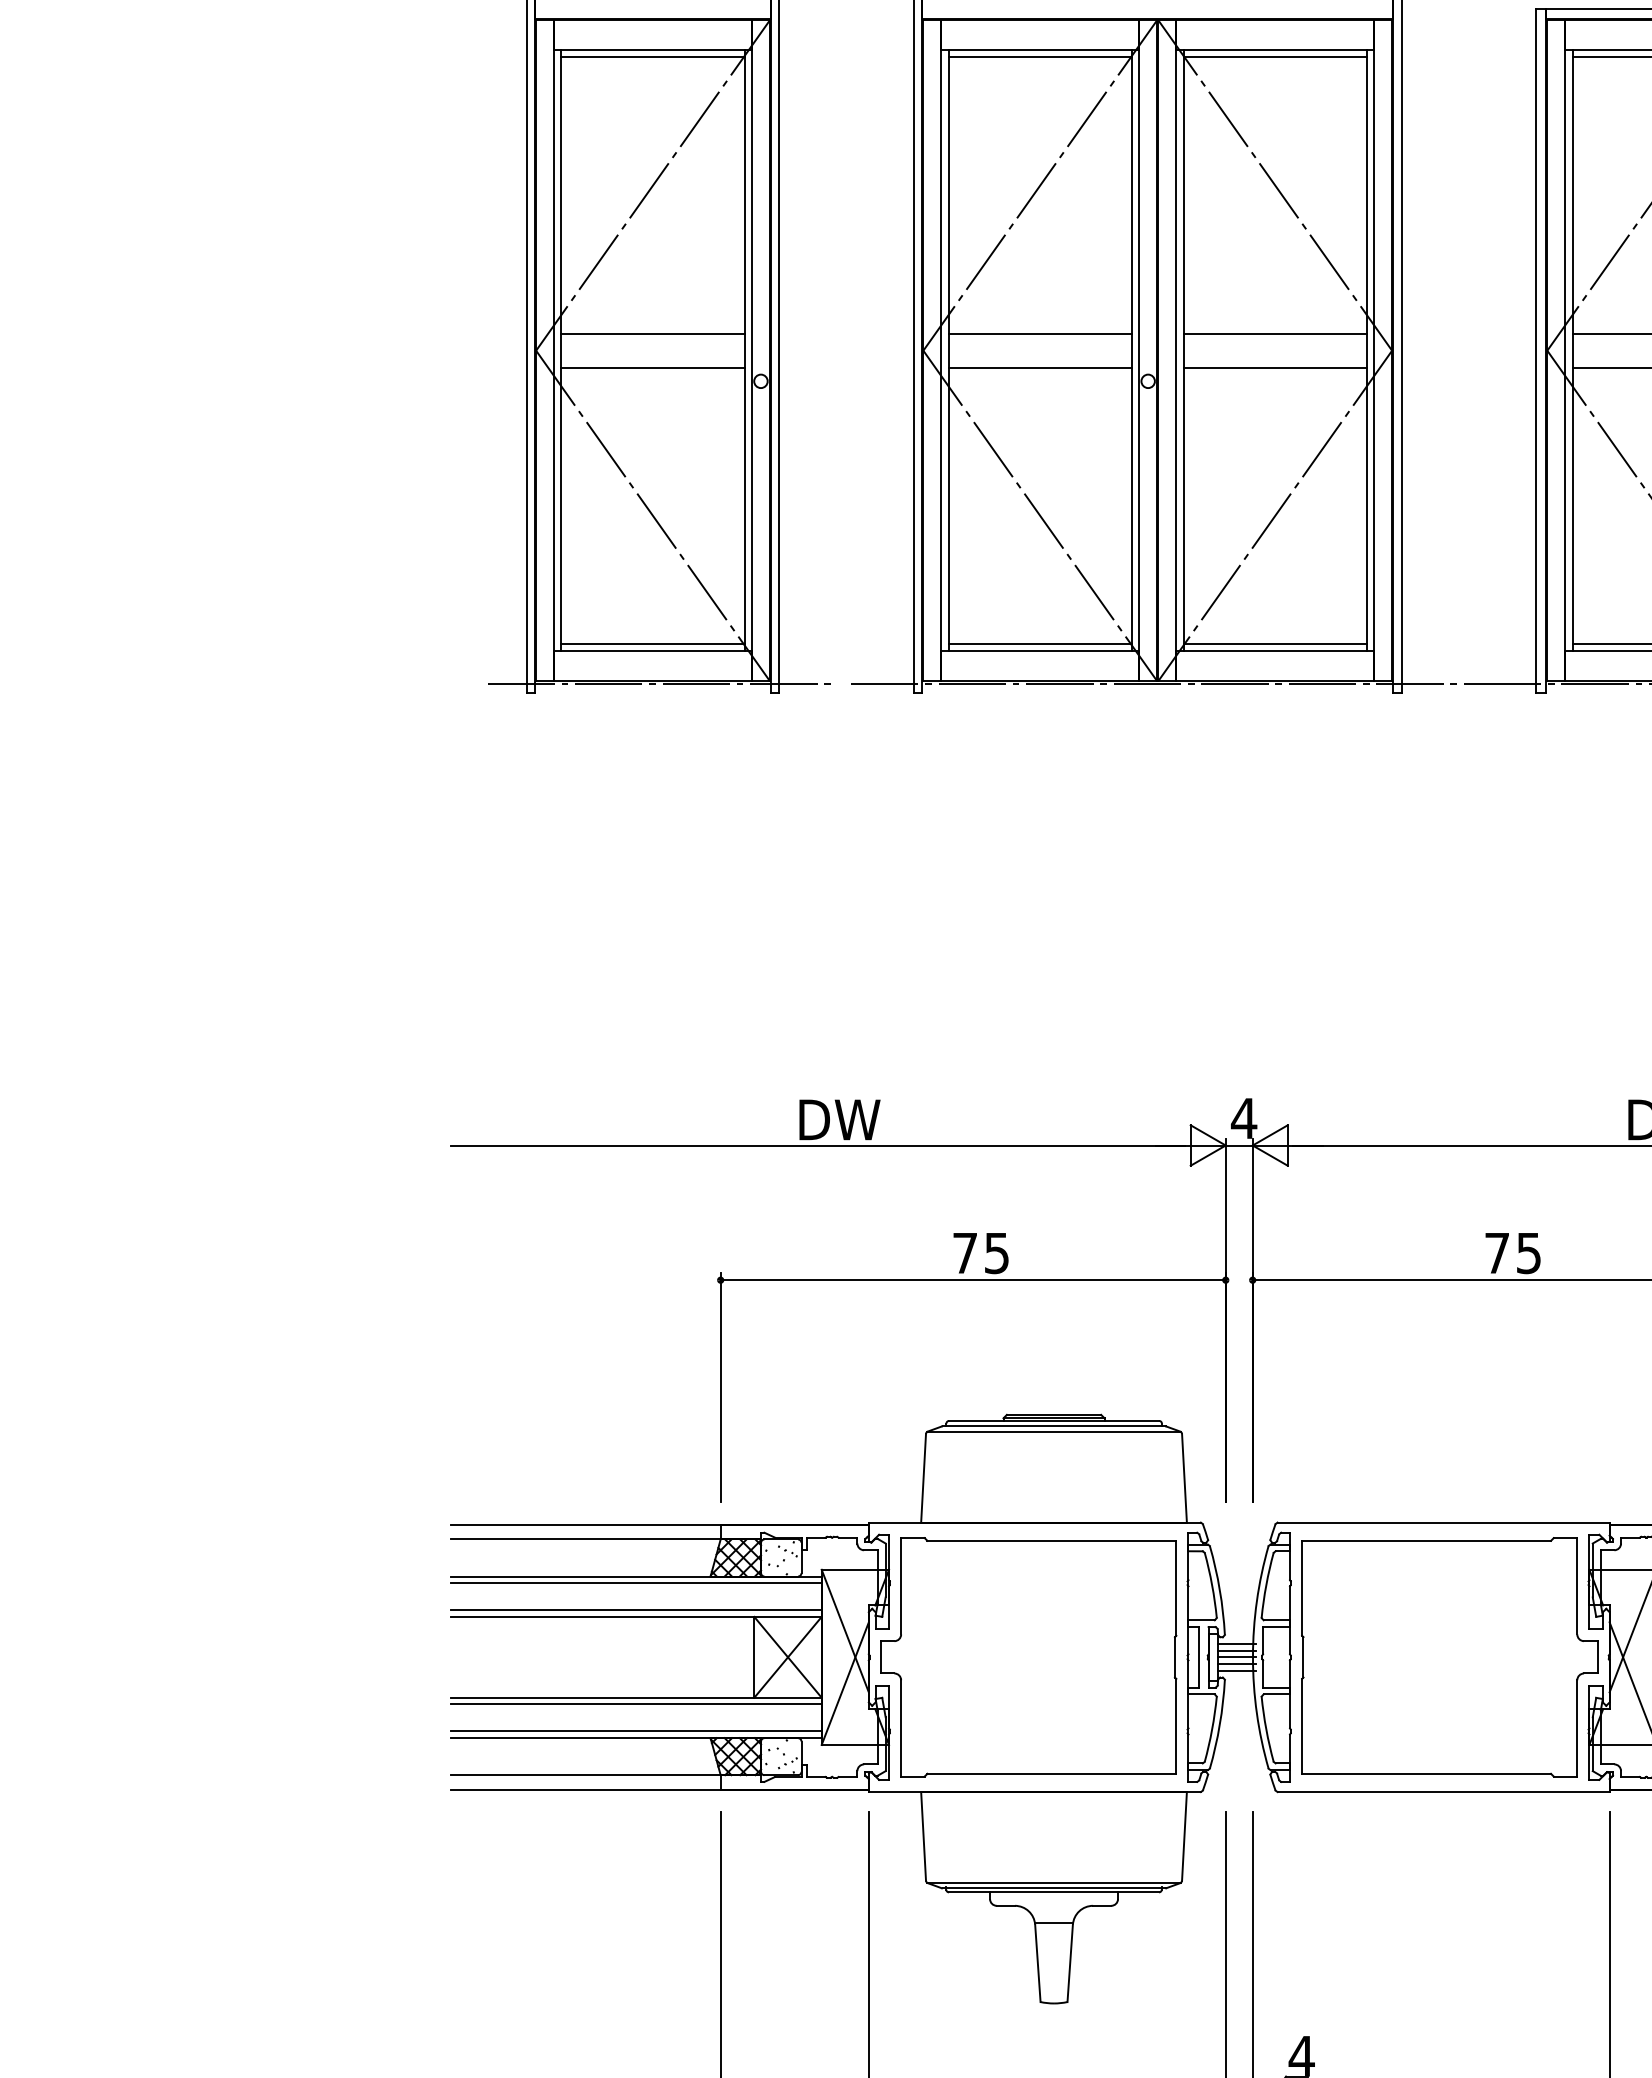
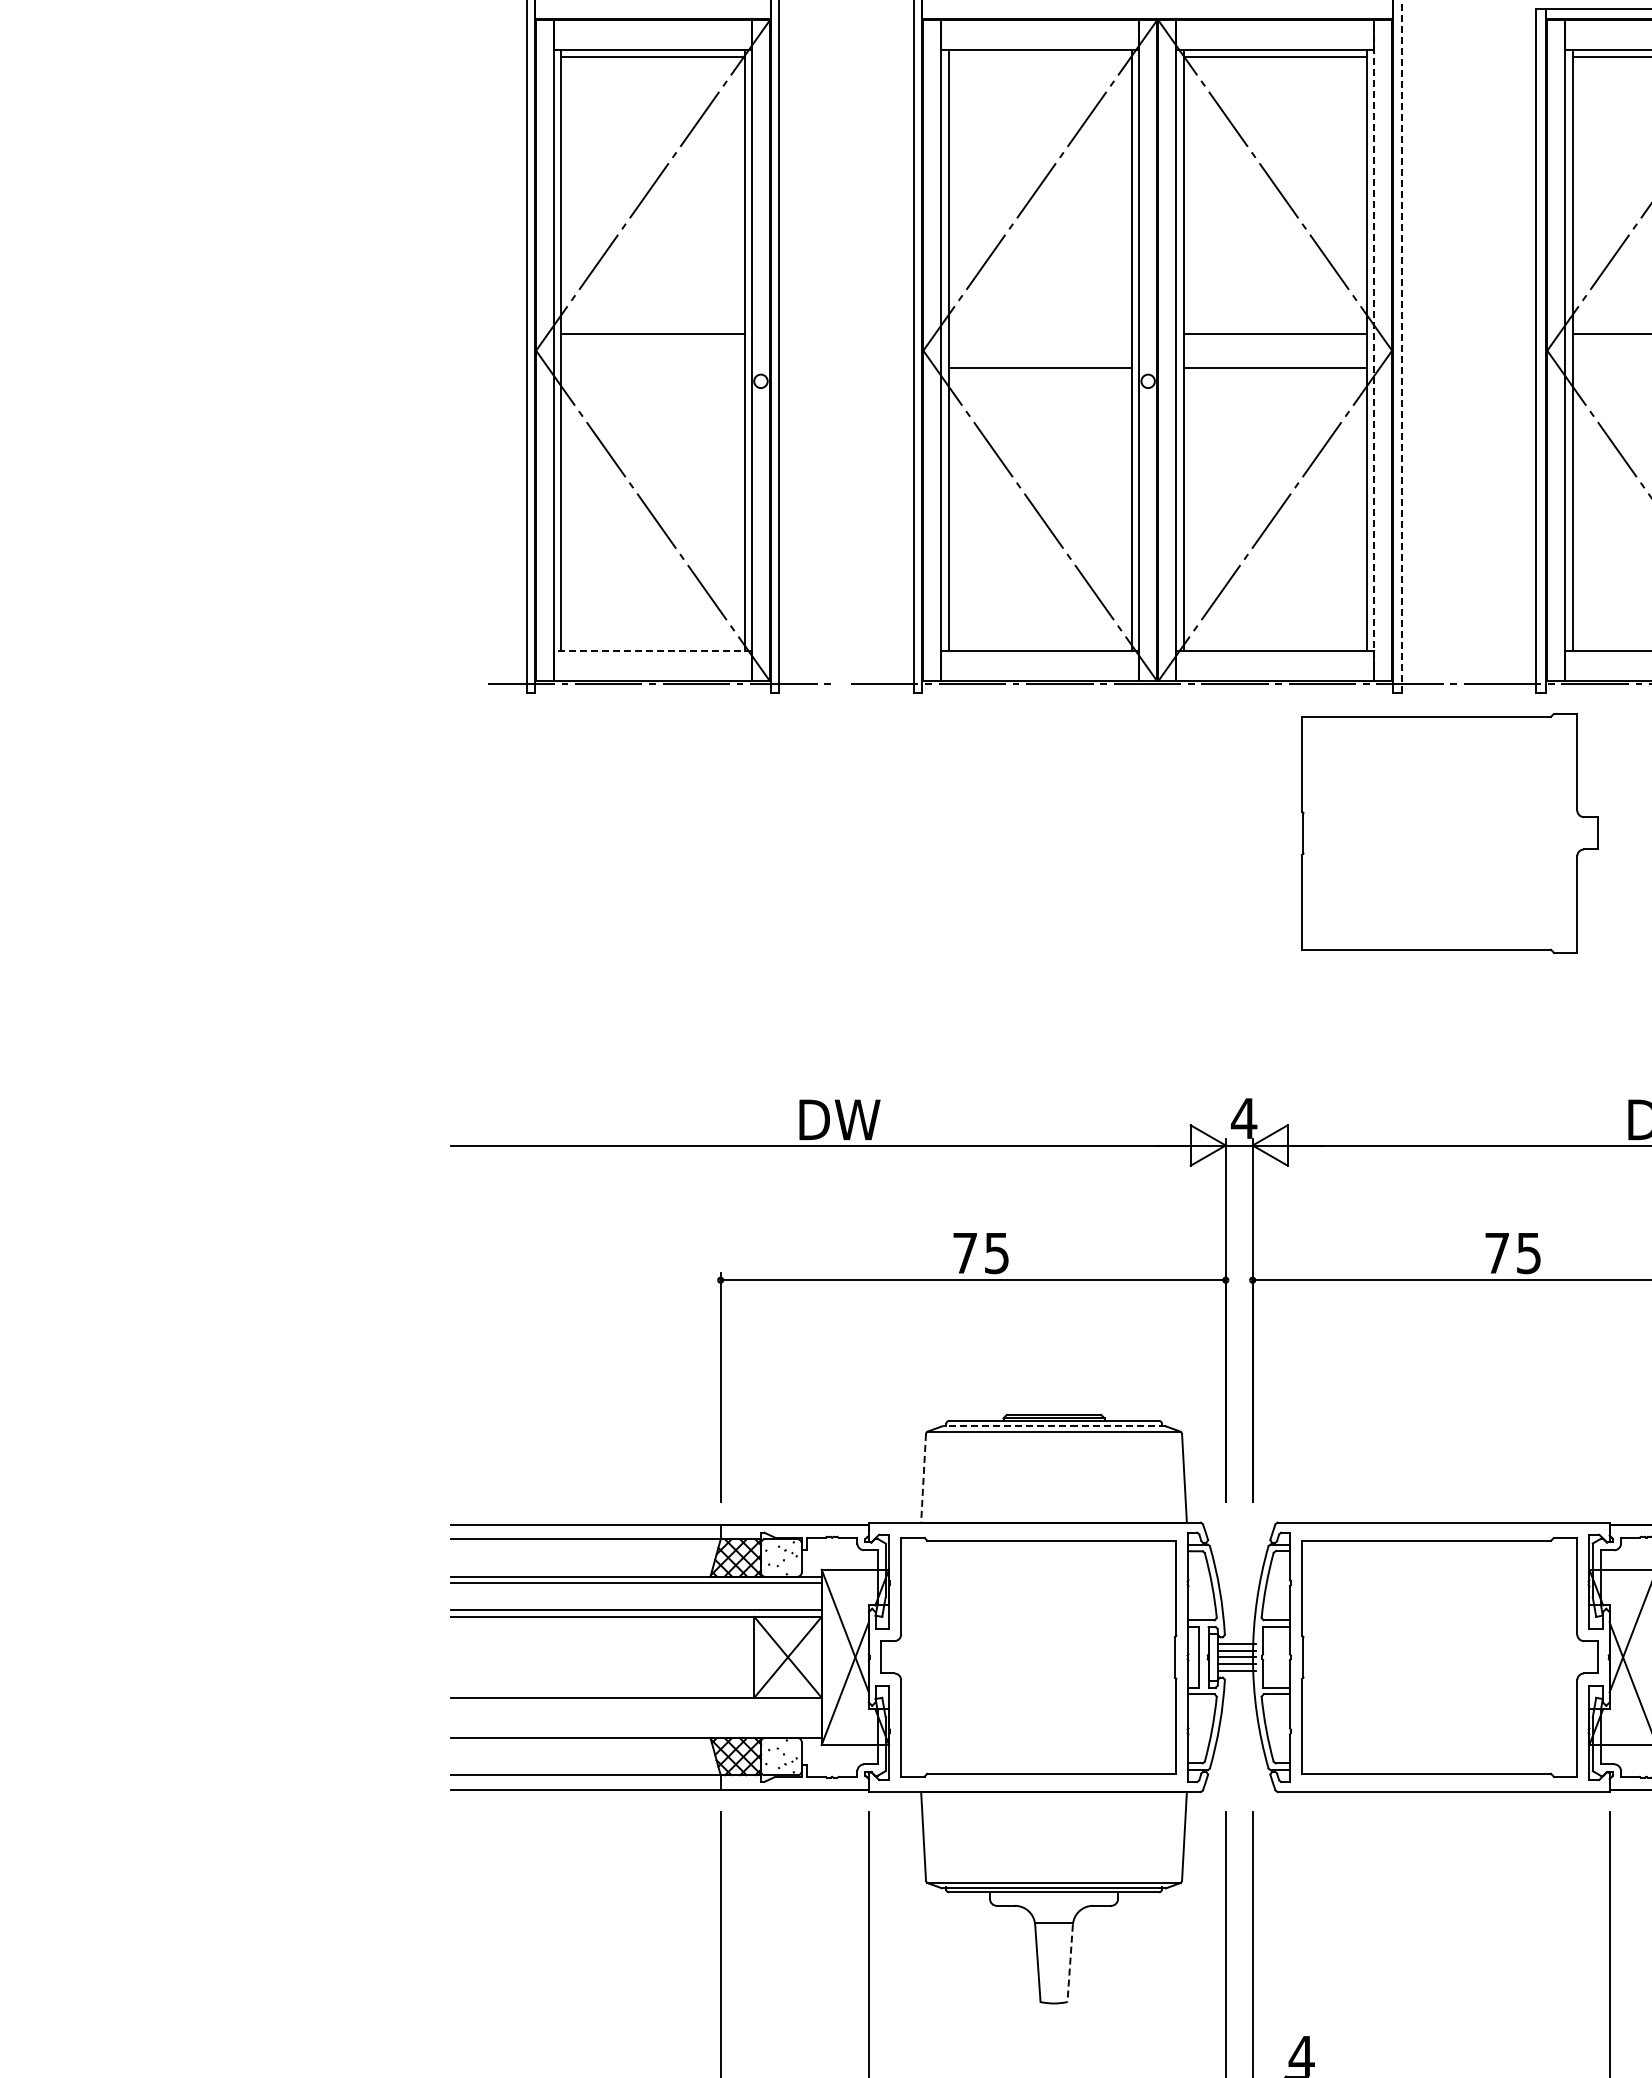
line at (1039, 57): present -> none
line at (1039, 333): present -> none
line at (1401, 345): solid -> dashed
line at (1374, 350): solid -> dashed
line at (652, 367): present -> none
line at (1610, 367): present -> none
line at (652, 644): present -> none
line at (1039, 644): present -> none
line at (1274, 644): present -> none
line at (1610, 644): present -> none
line at (653, 651): solid -> dashed
part at (1449, 833): none -> present
line at (1053, 1426): solid -> dashed
line at (923, 1478): solid -> dashed
line at (636, 1704): present -> none
line at (636, 1731): present -> none
line at (1070, 1963): solid -> dashed
